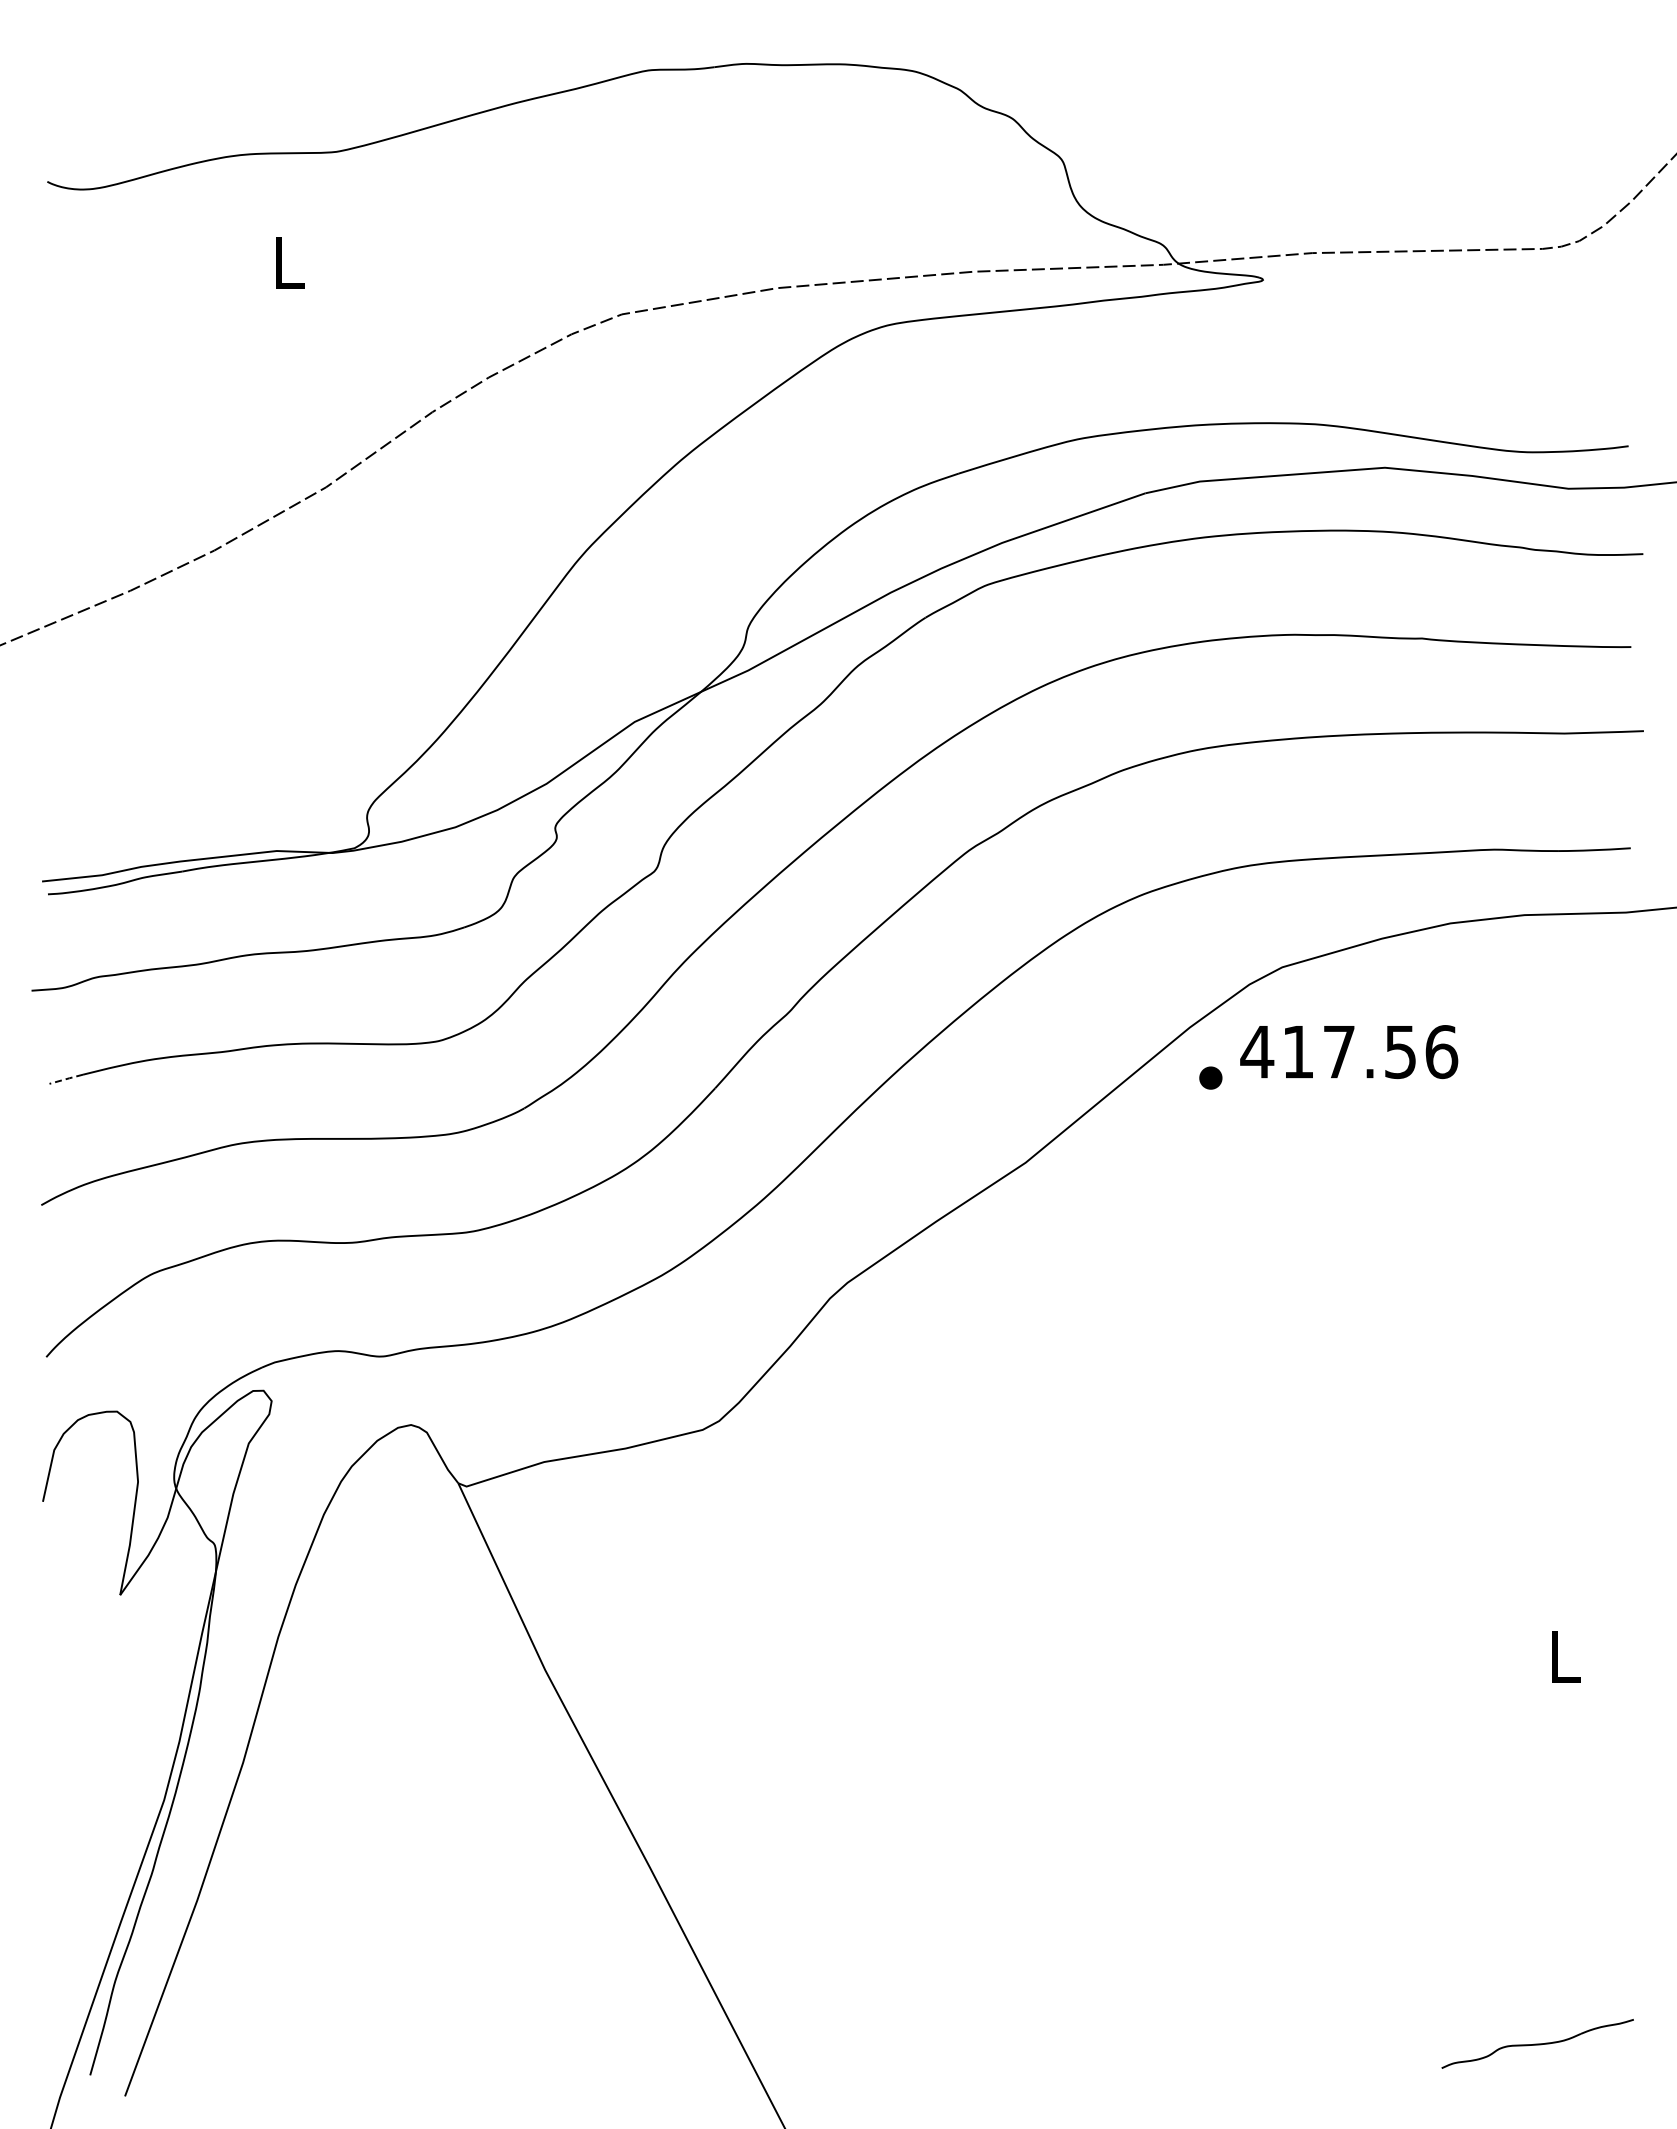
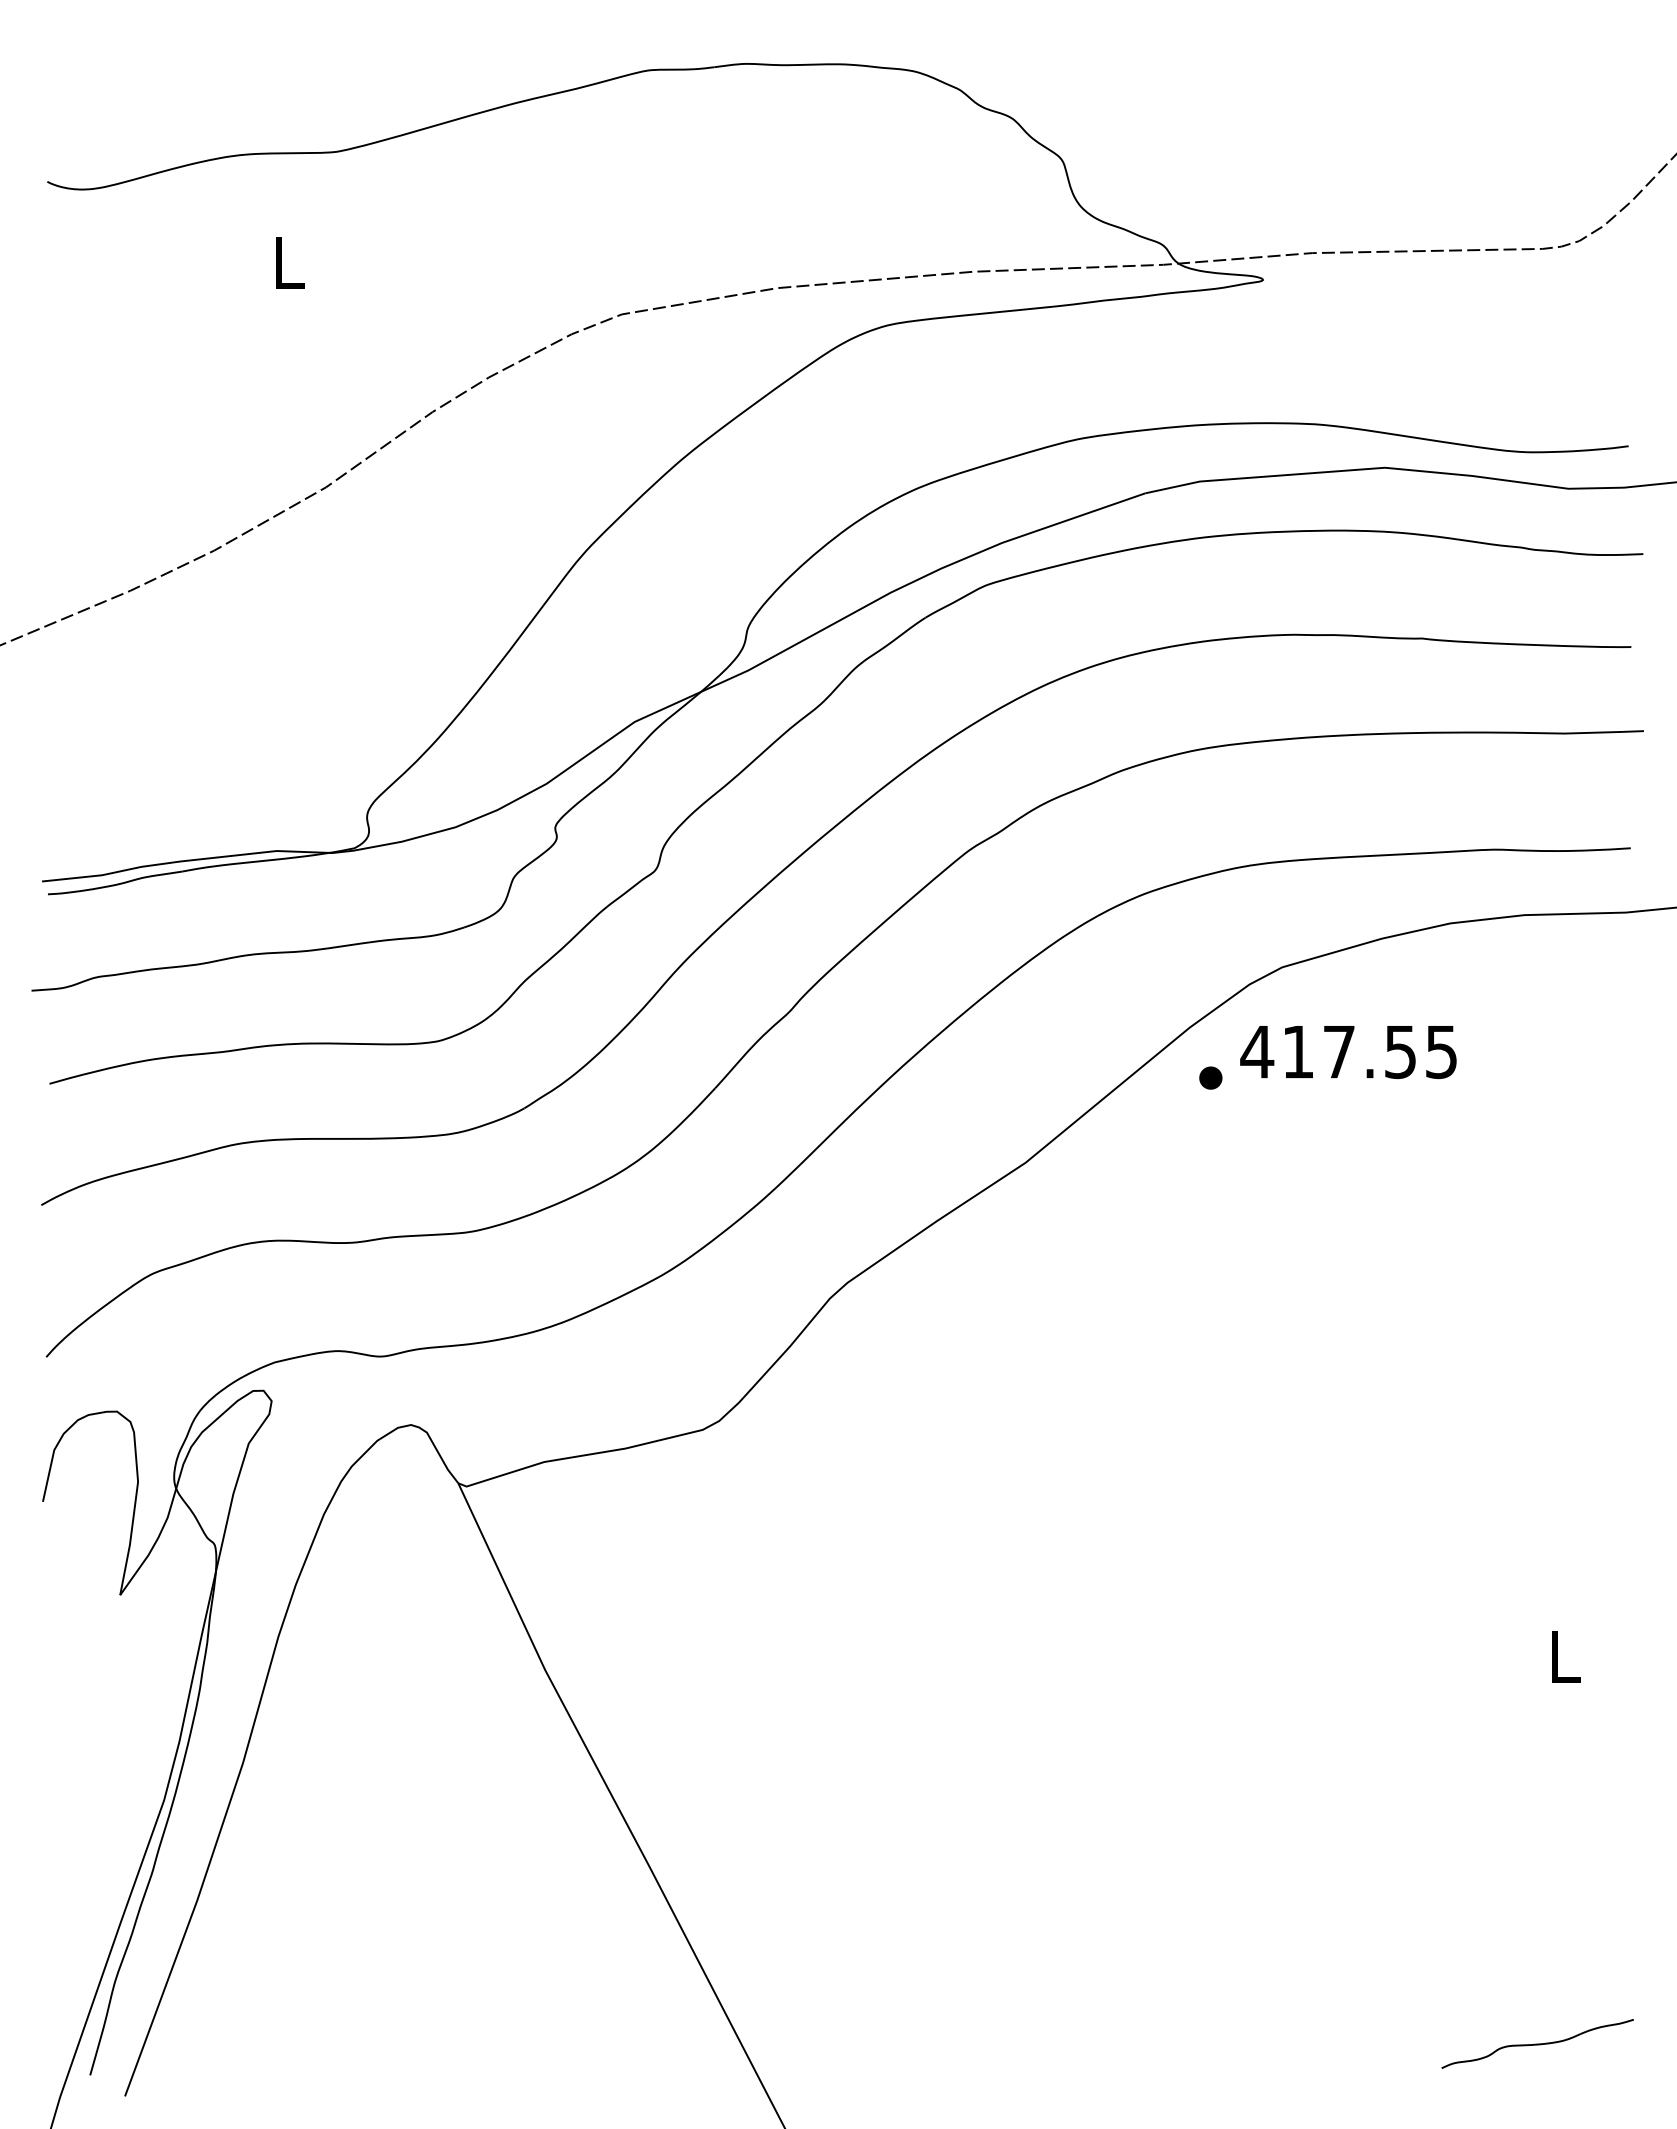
text at (1441, 1052): 417.56 -> 417.55
line at (66, 1079): dashed -> solid
